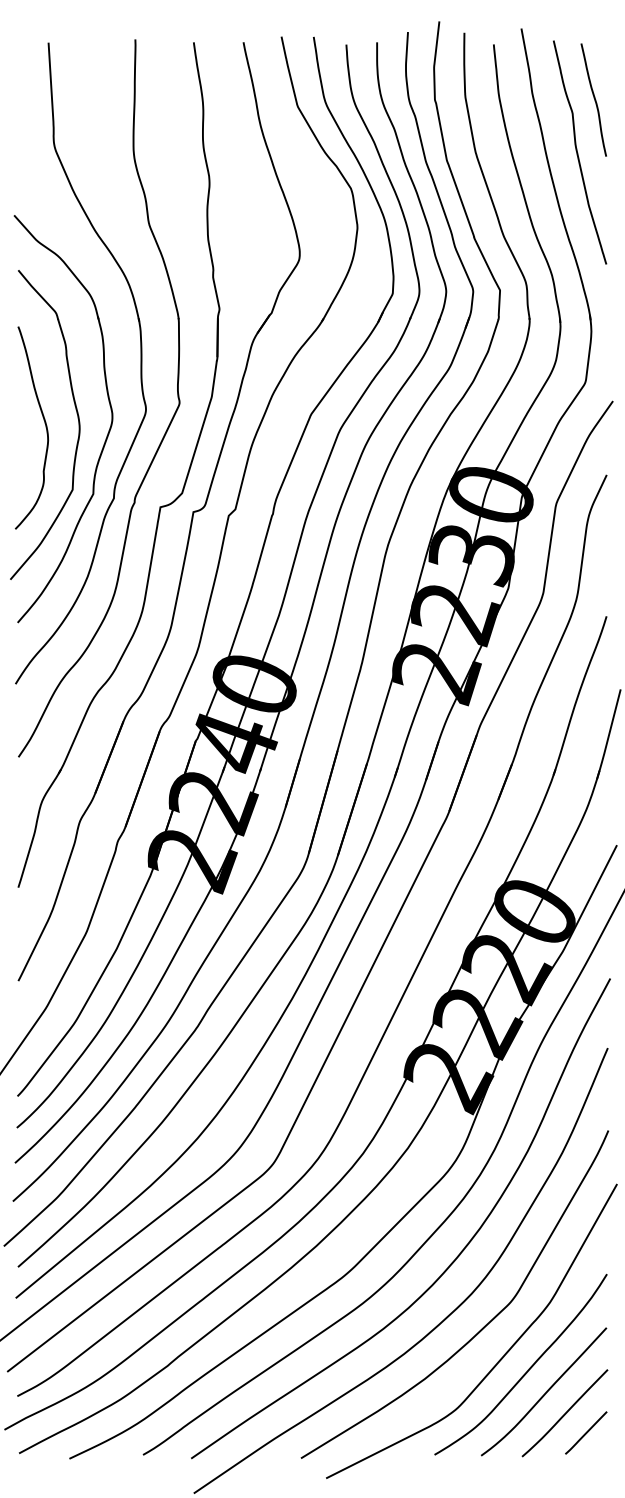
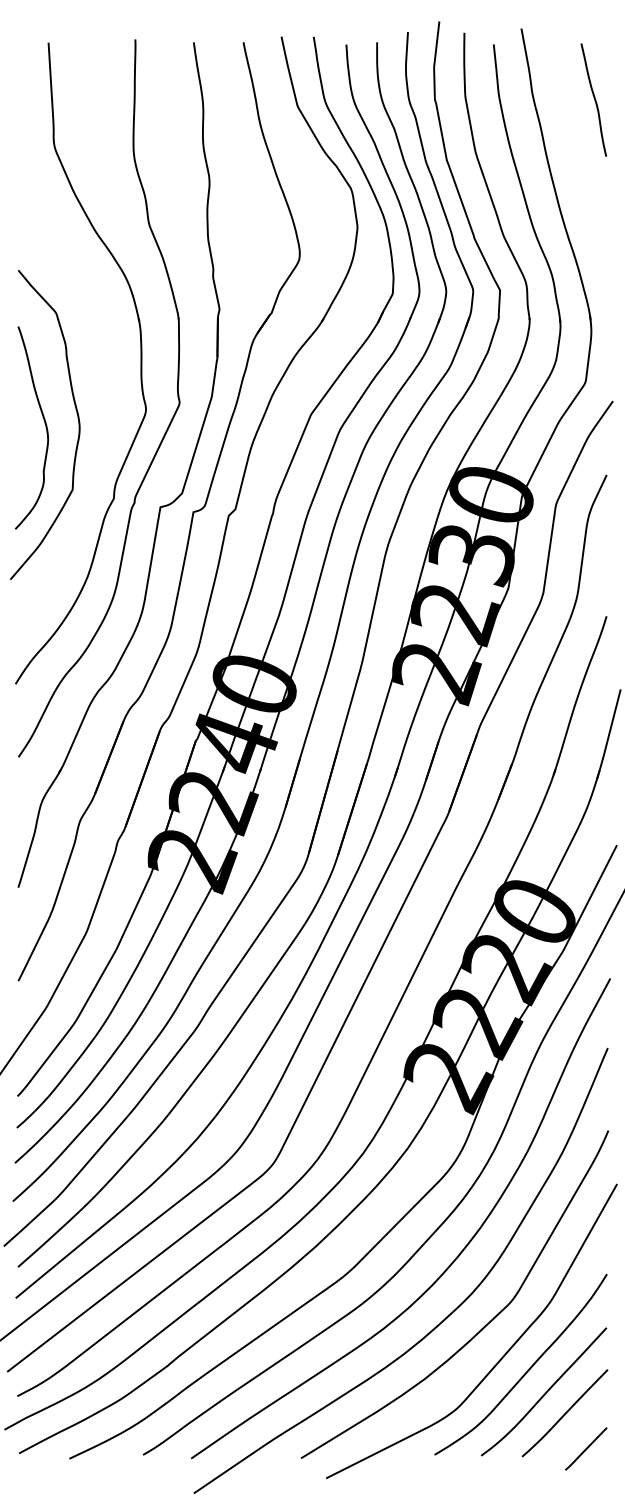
curve at (578, 153): present -> none
part at (106, 435): present -> none
line at (586, 1432) position: (586, 1432) -> (586, 1448)
